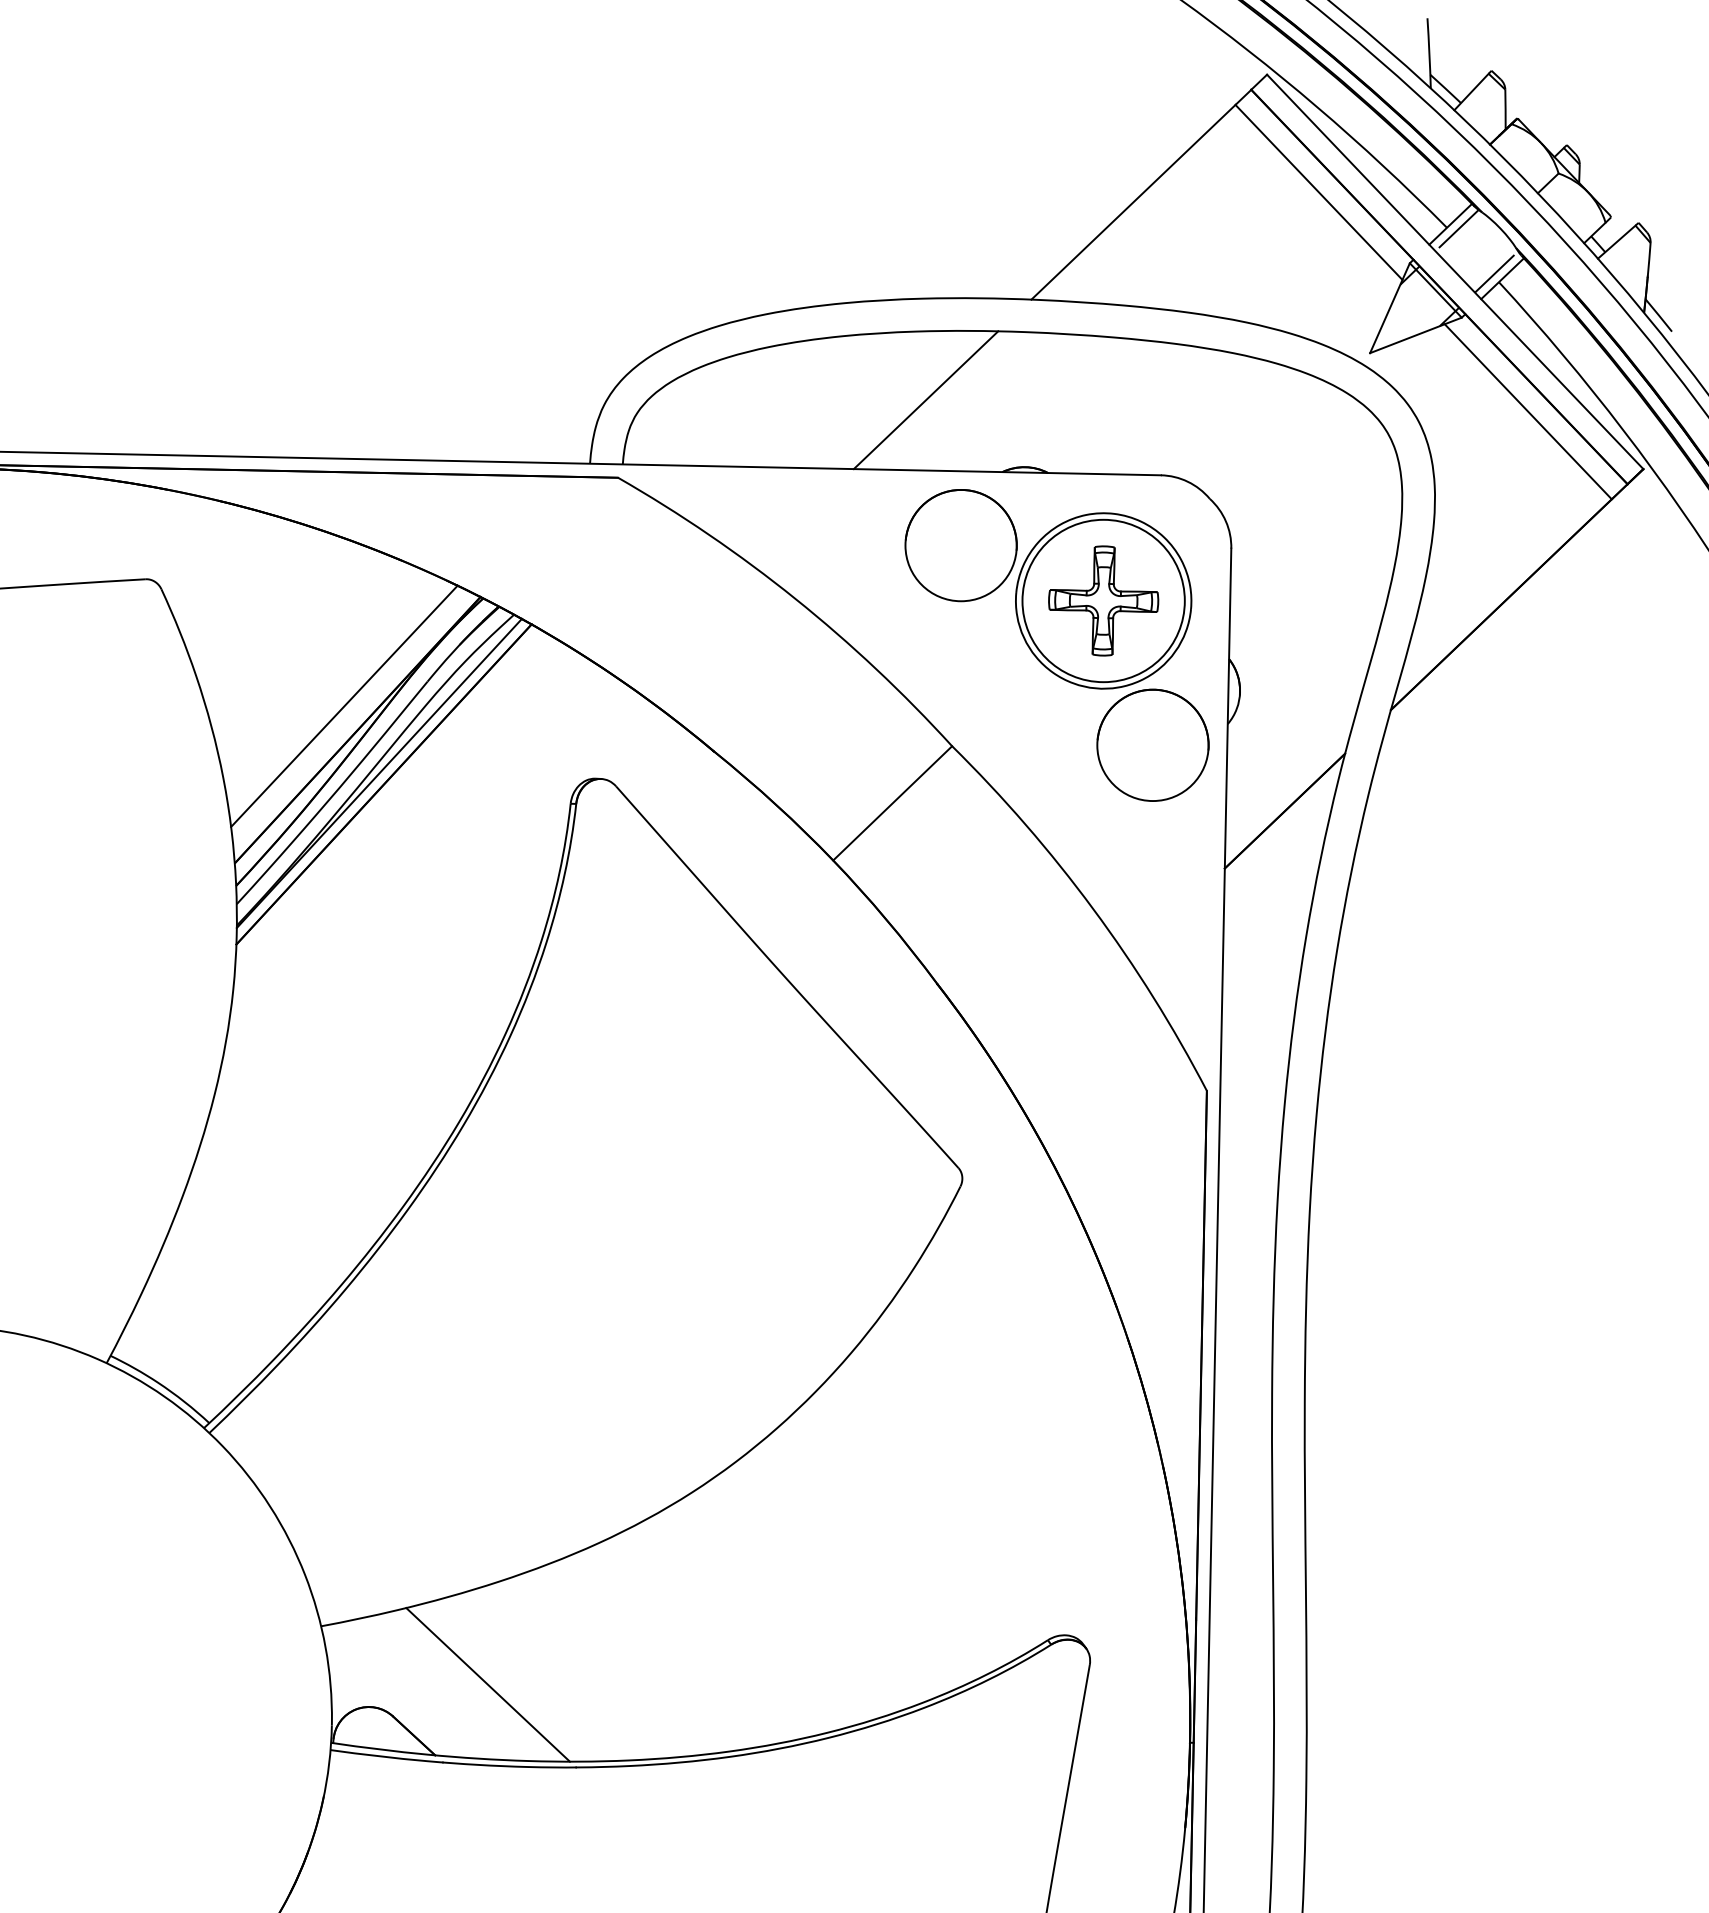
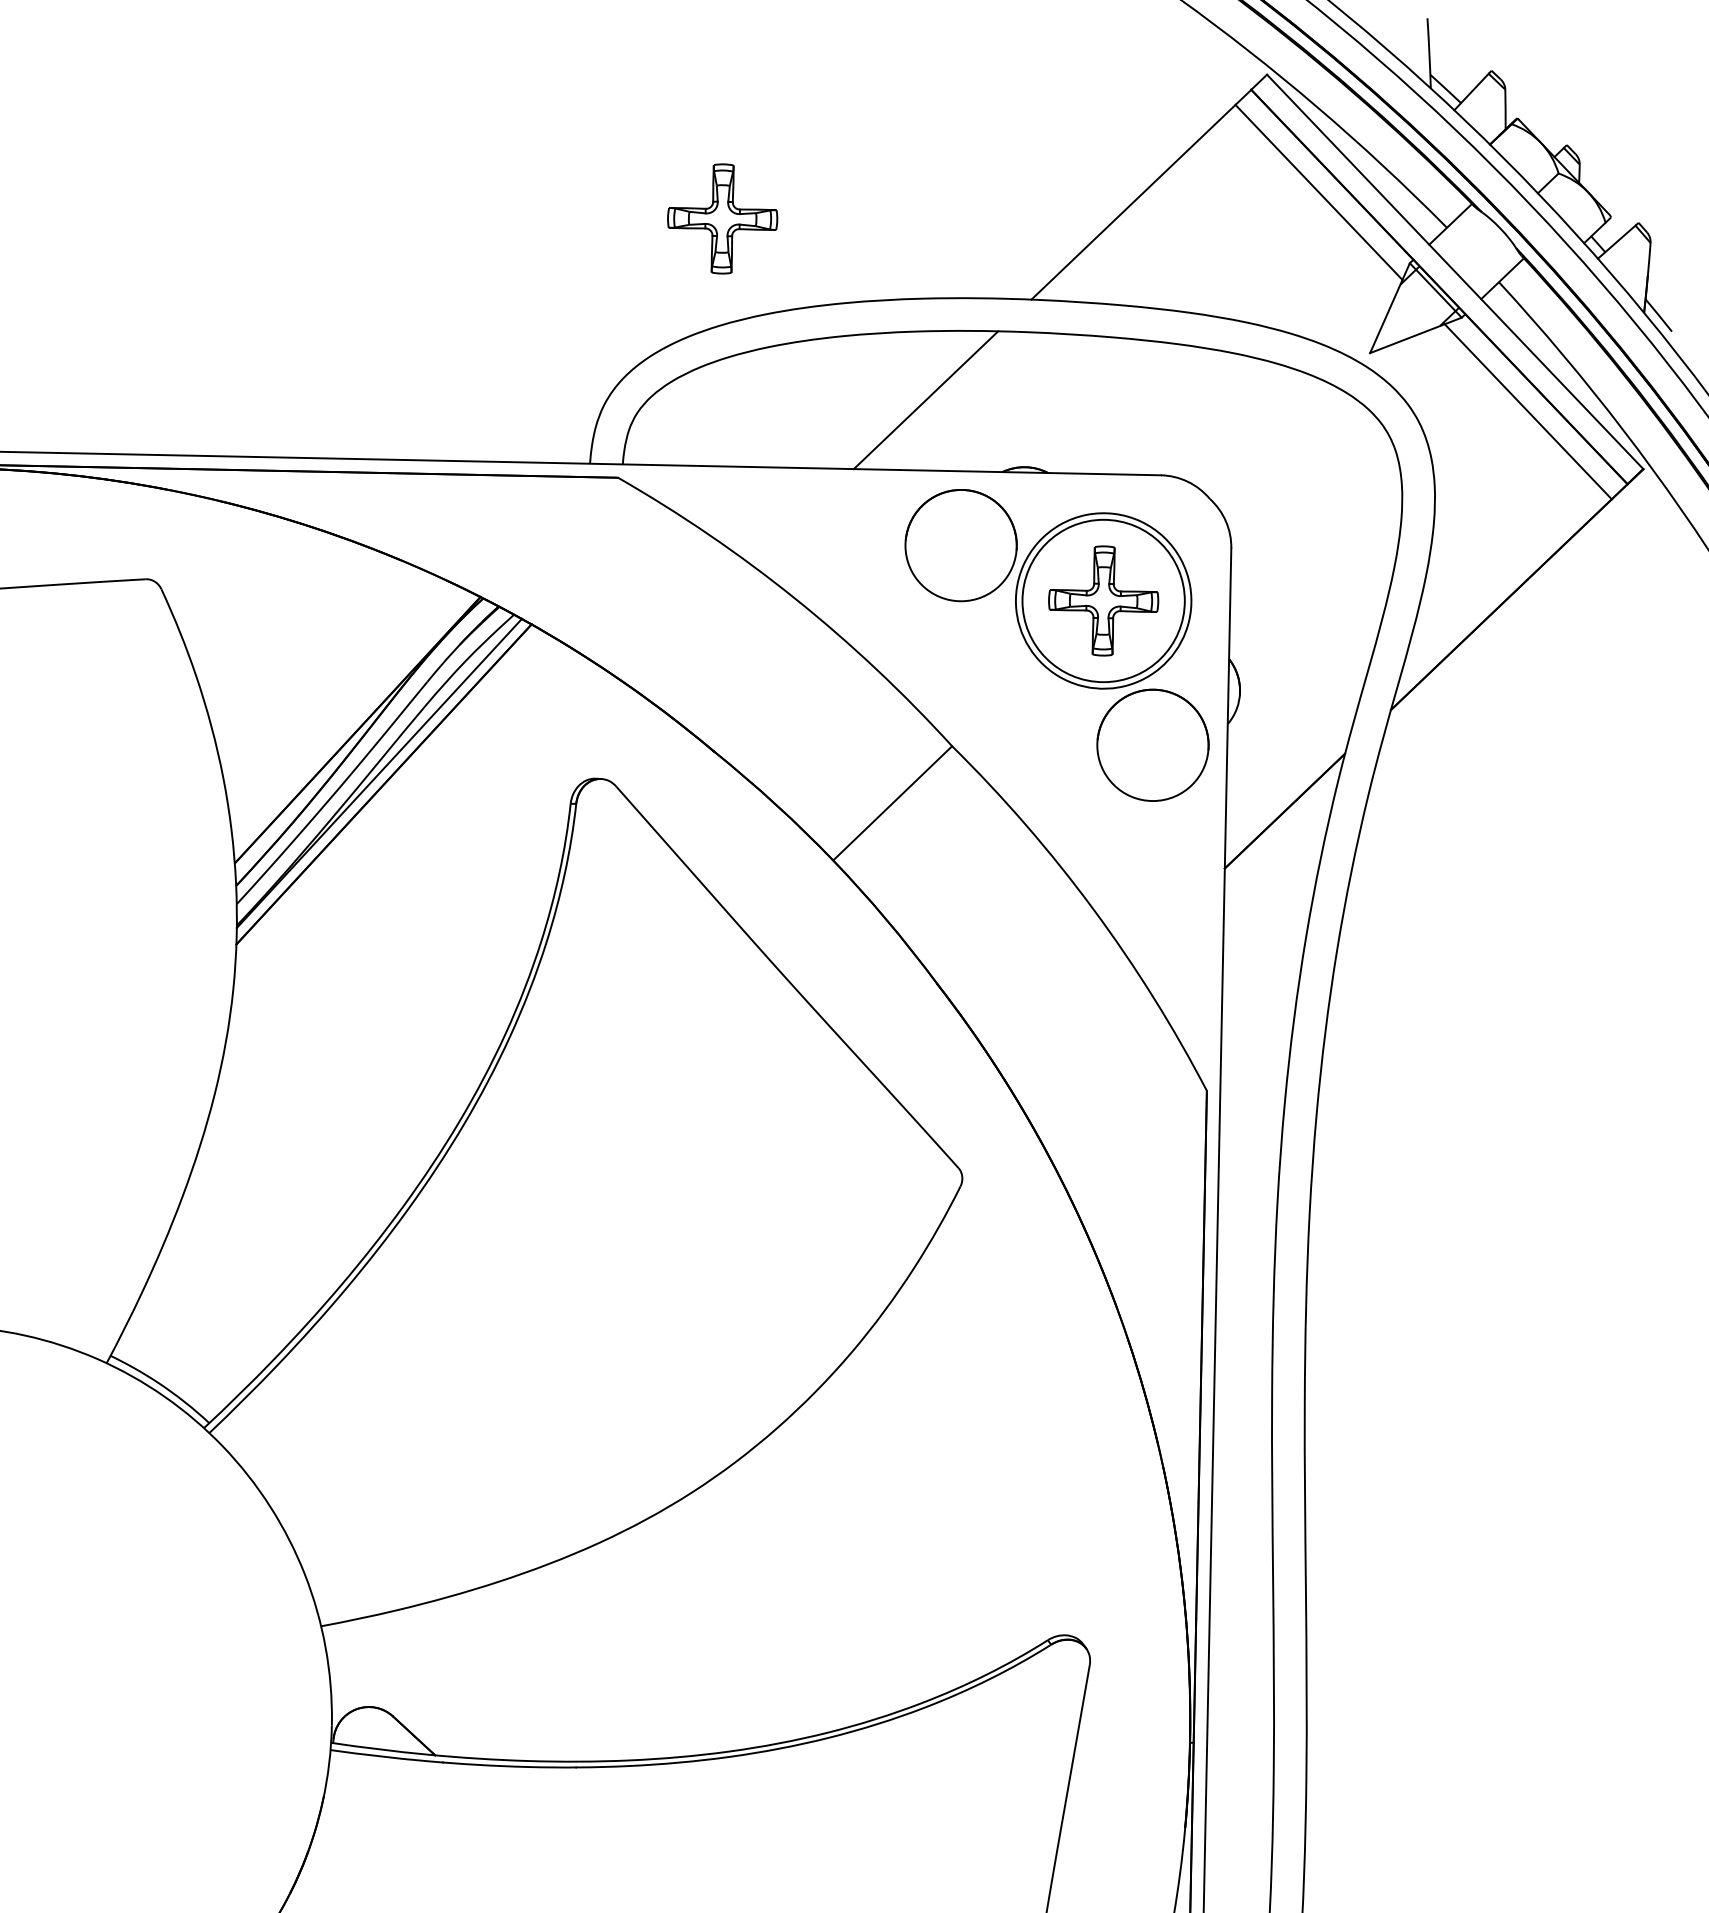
part at (722, 218): none -> present
line at (1456, 230): present -> none
line at (1495, 271): present -> none
line at (344, 705): present -> none
line at (487, 1684): present -> none
